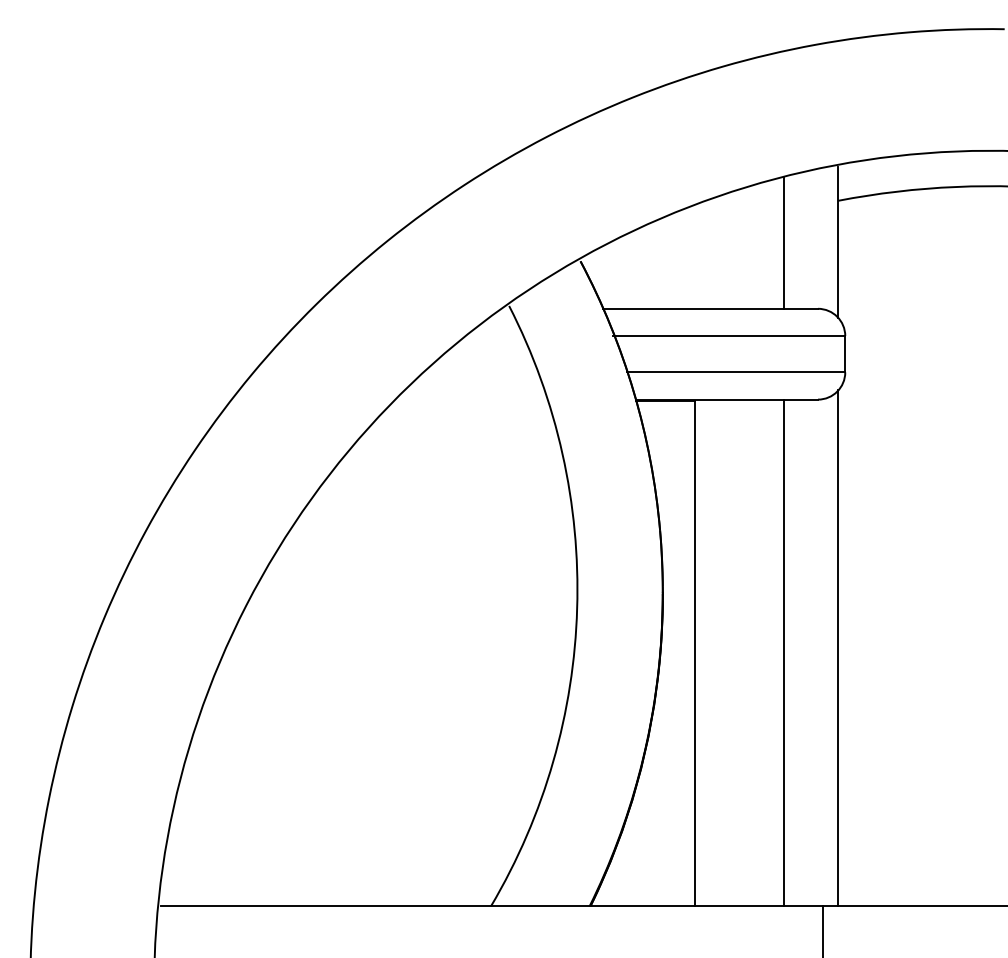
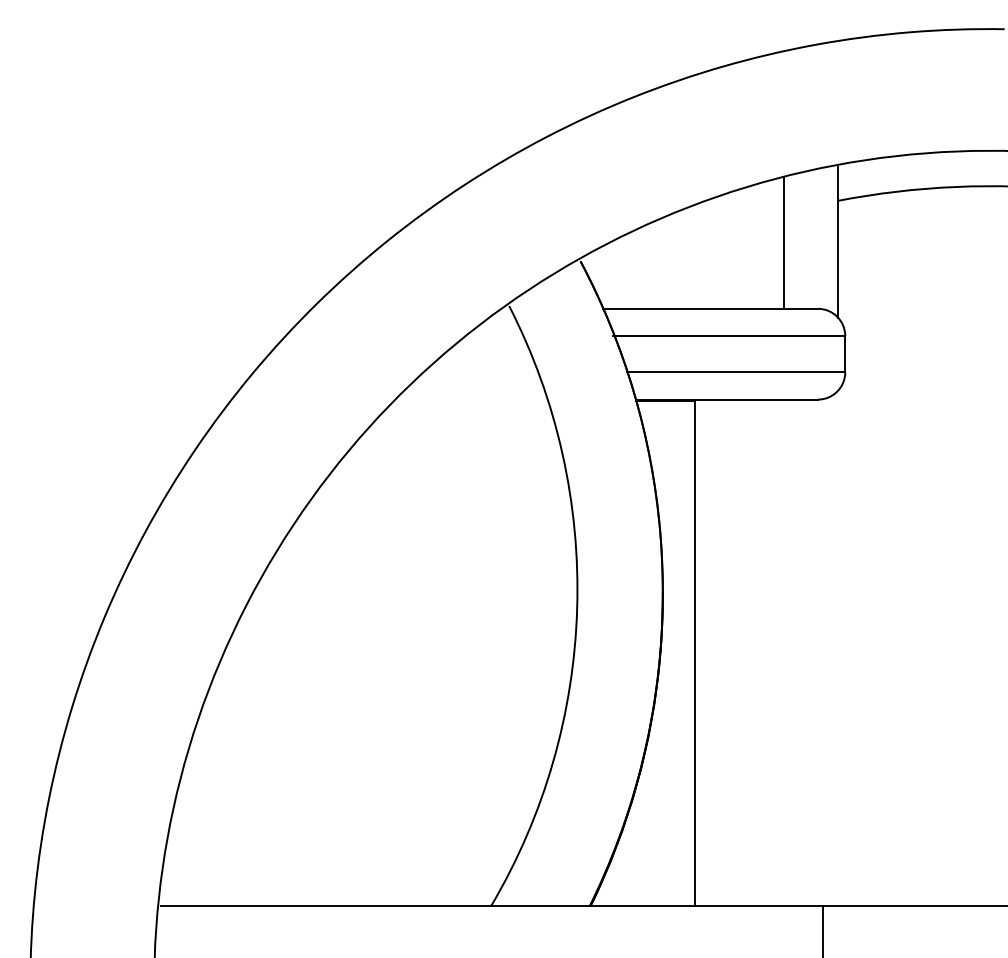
line at (838, 647): present -> none
line at (783, 652): present -> none
